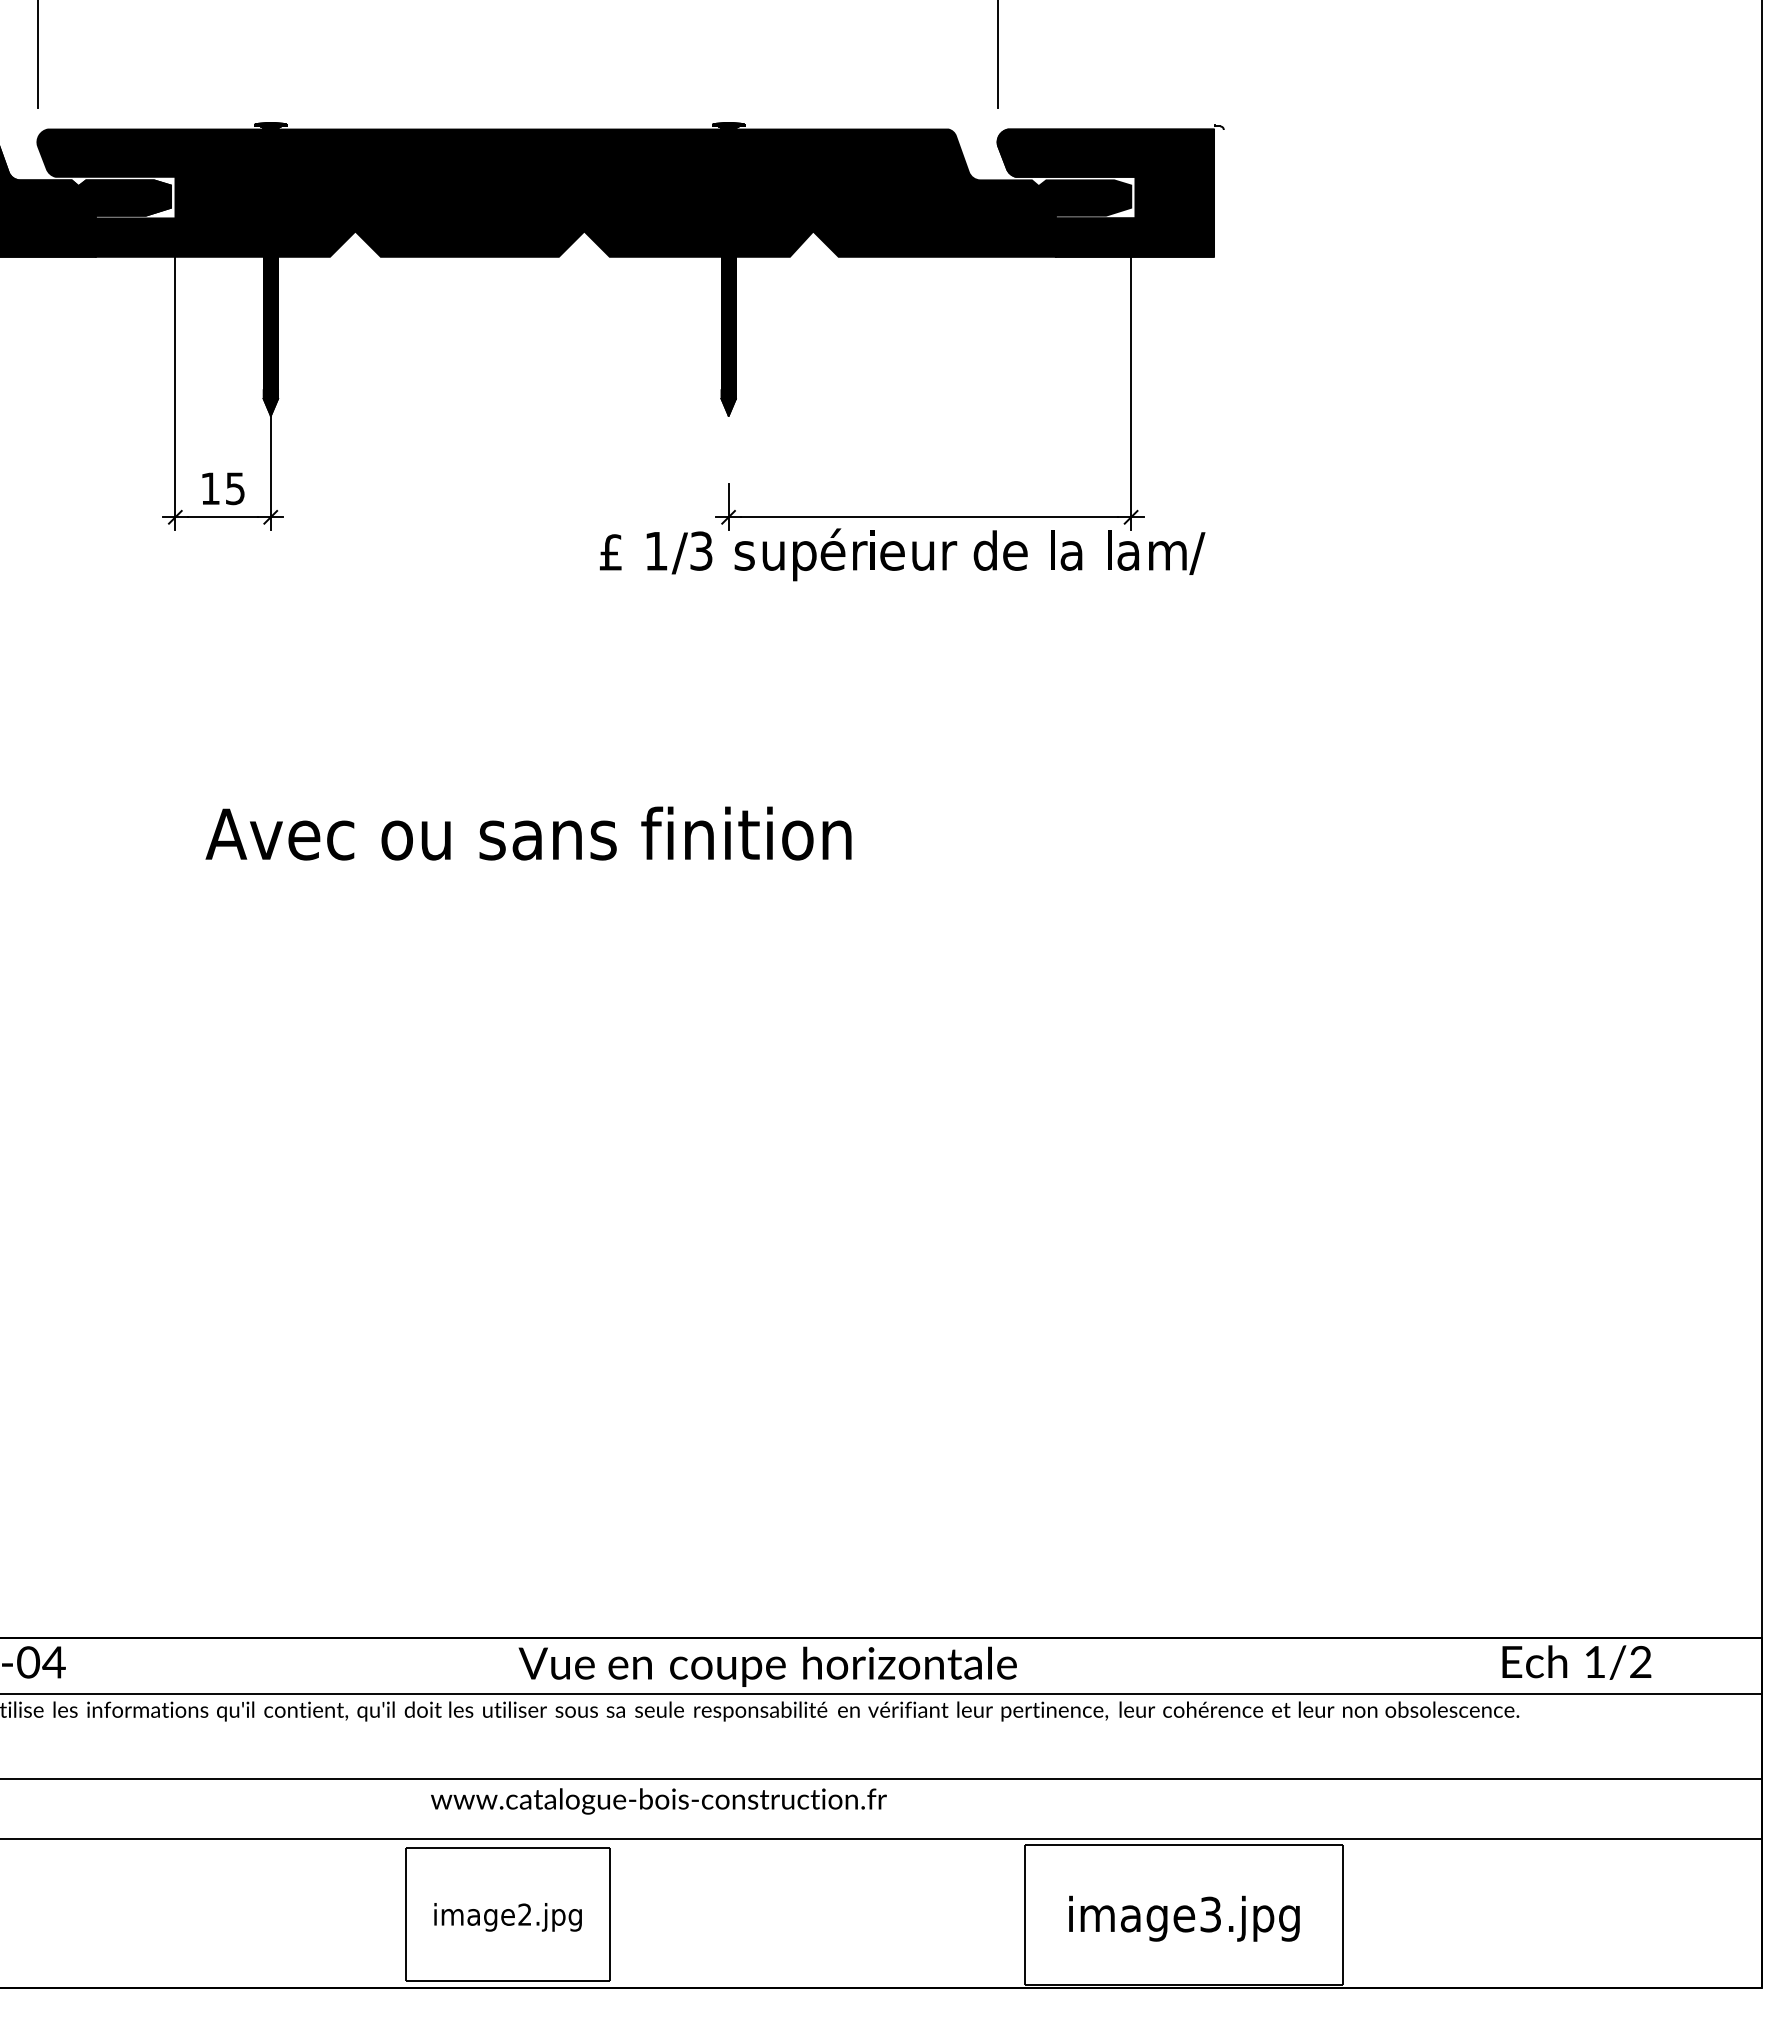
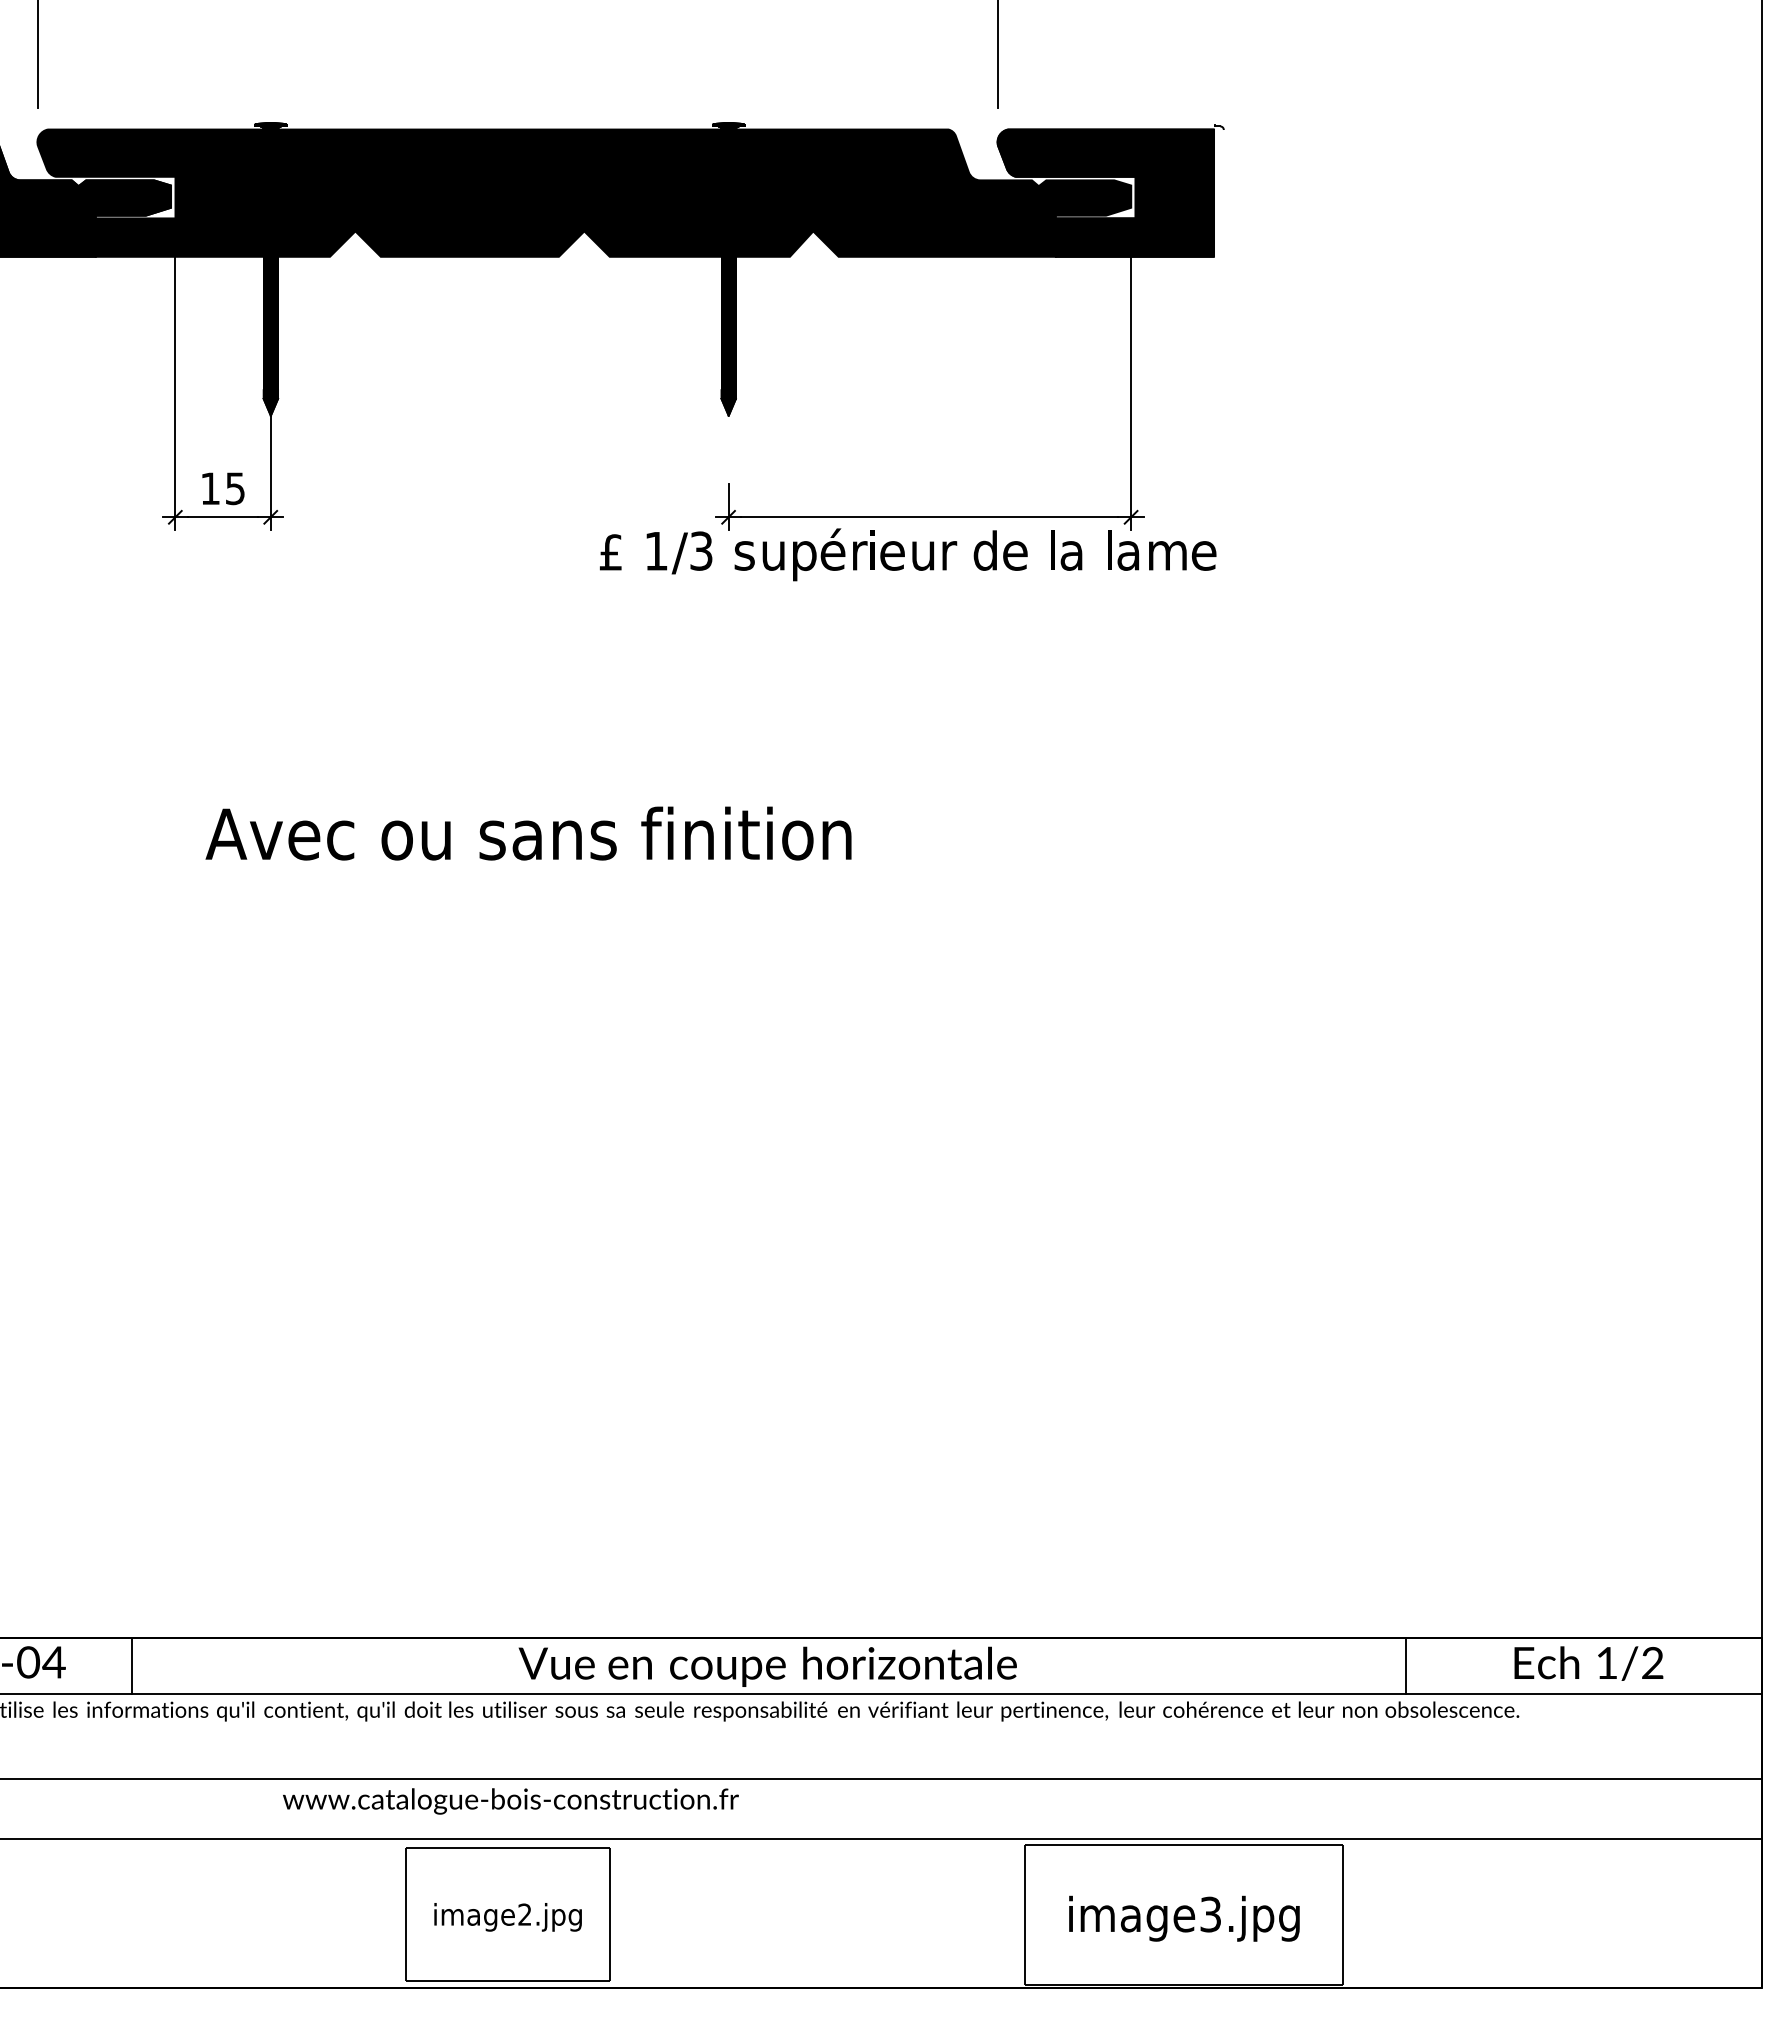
text at (1202, 553): / -> e
text at (1576, 1662) position: (1576, 1662) -> (1588, 1663)
line at (132, 1666): none -> present
line at (1406, 1666): none -> present
text at (658, 1801) position: (658, 1801) -> (510, 1801)
